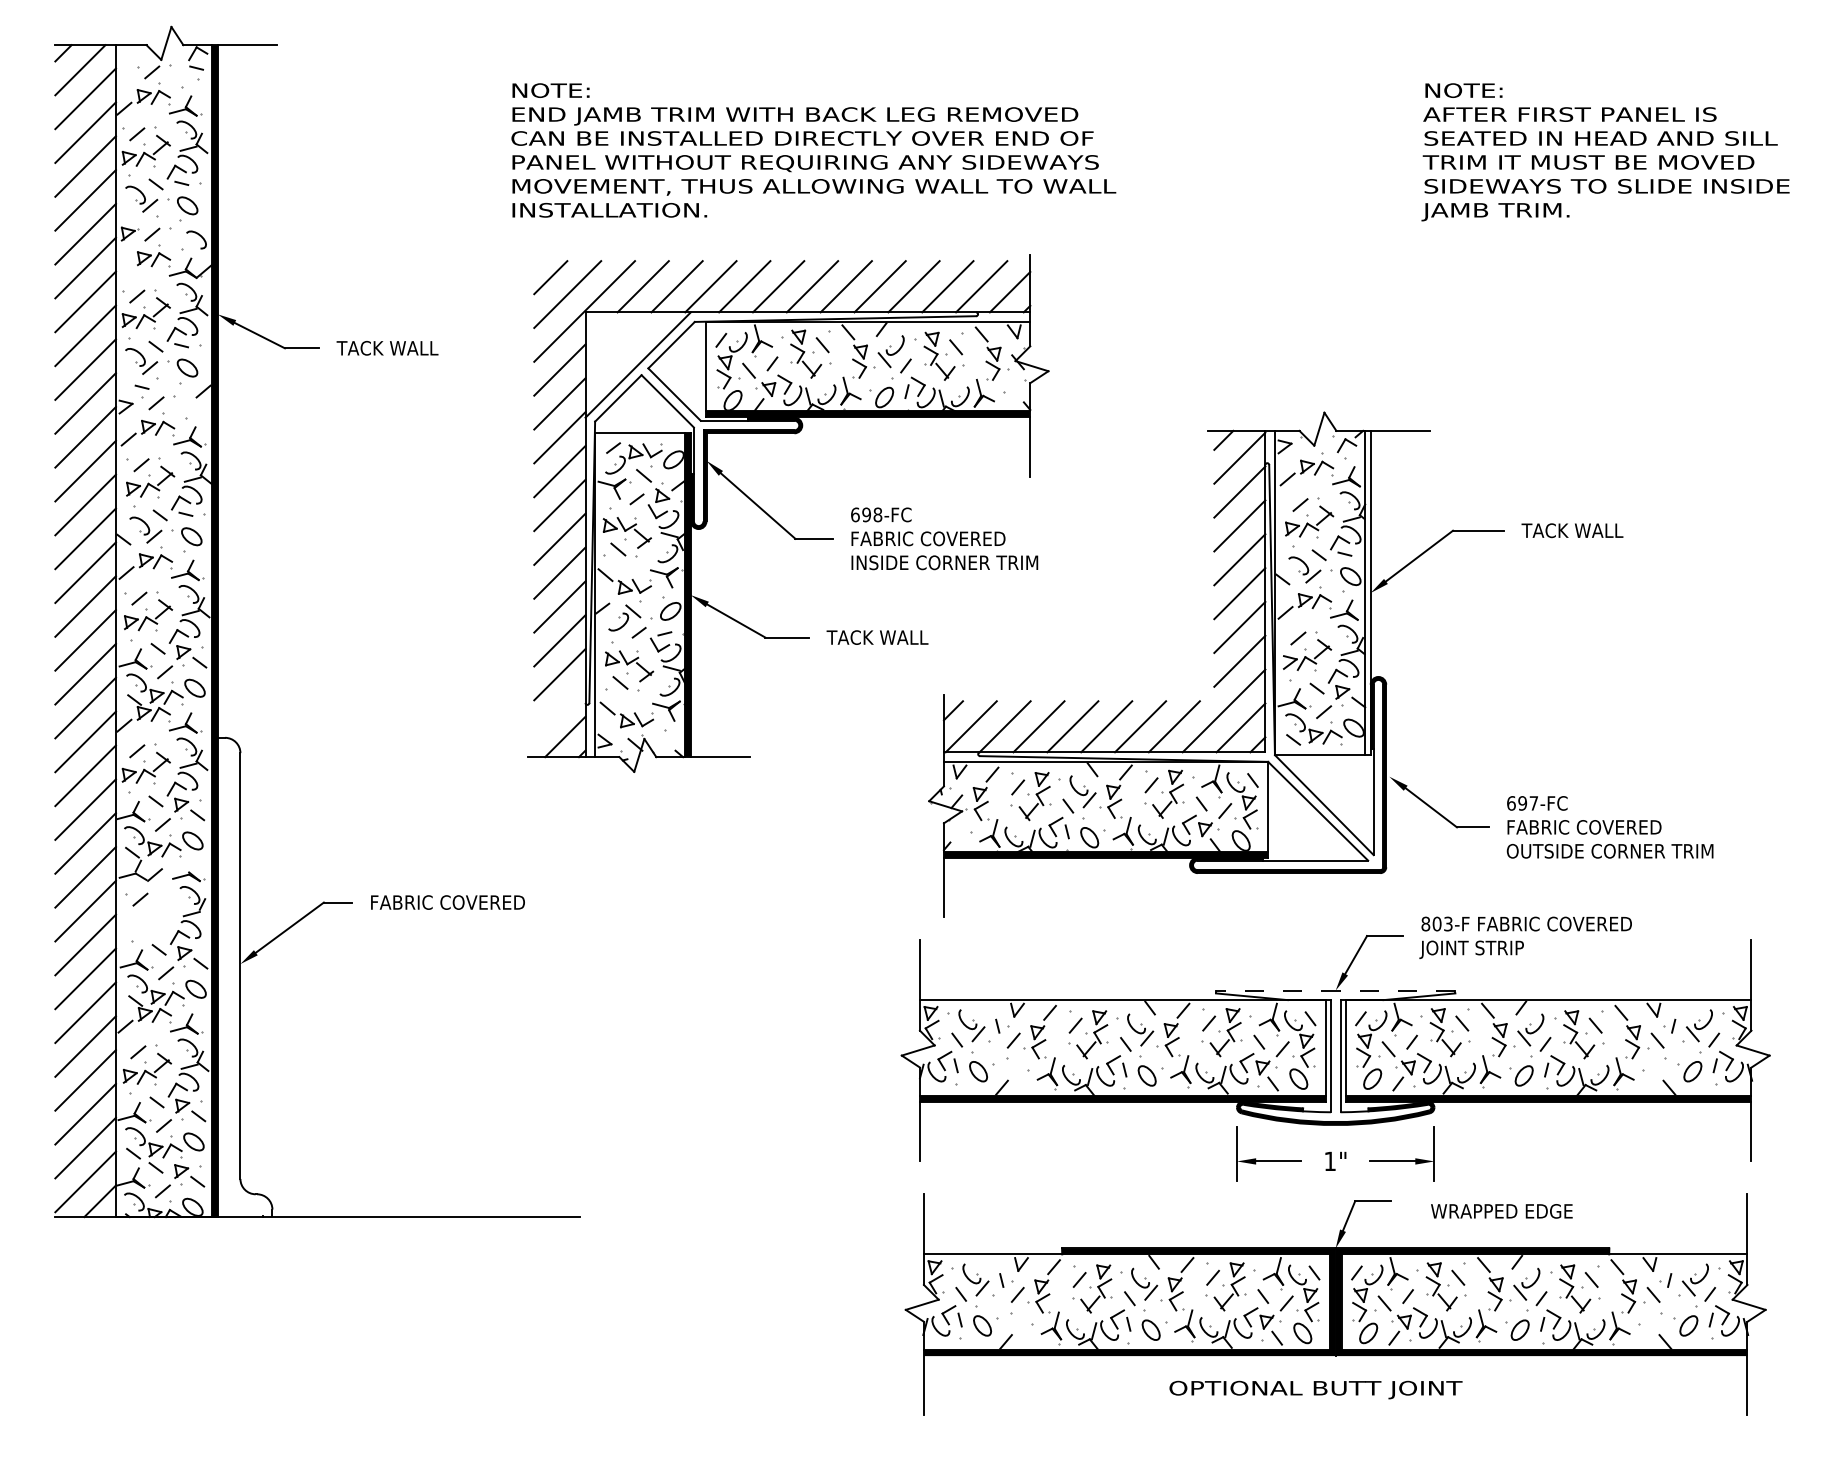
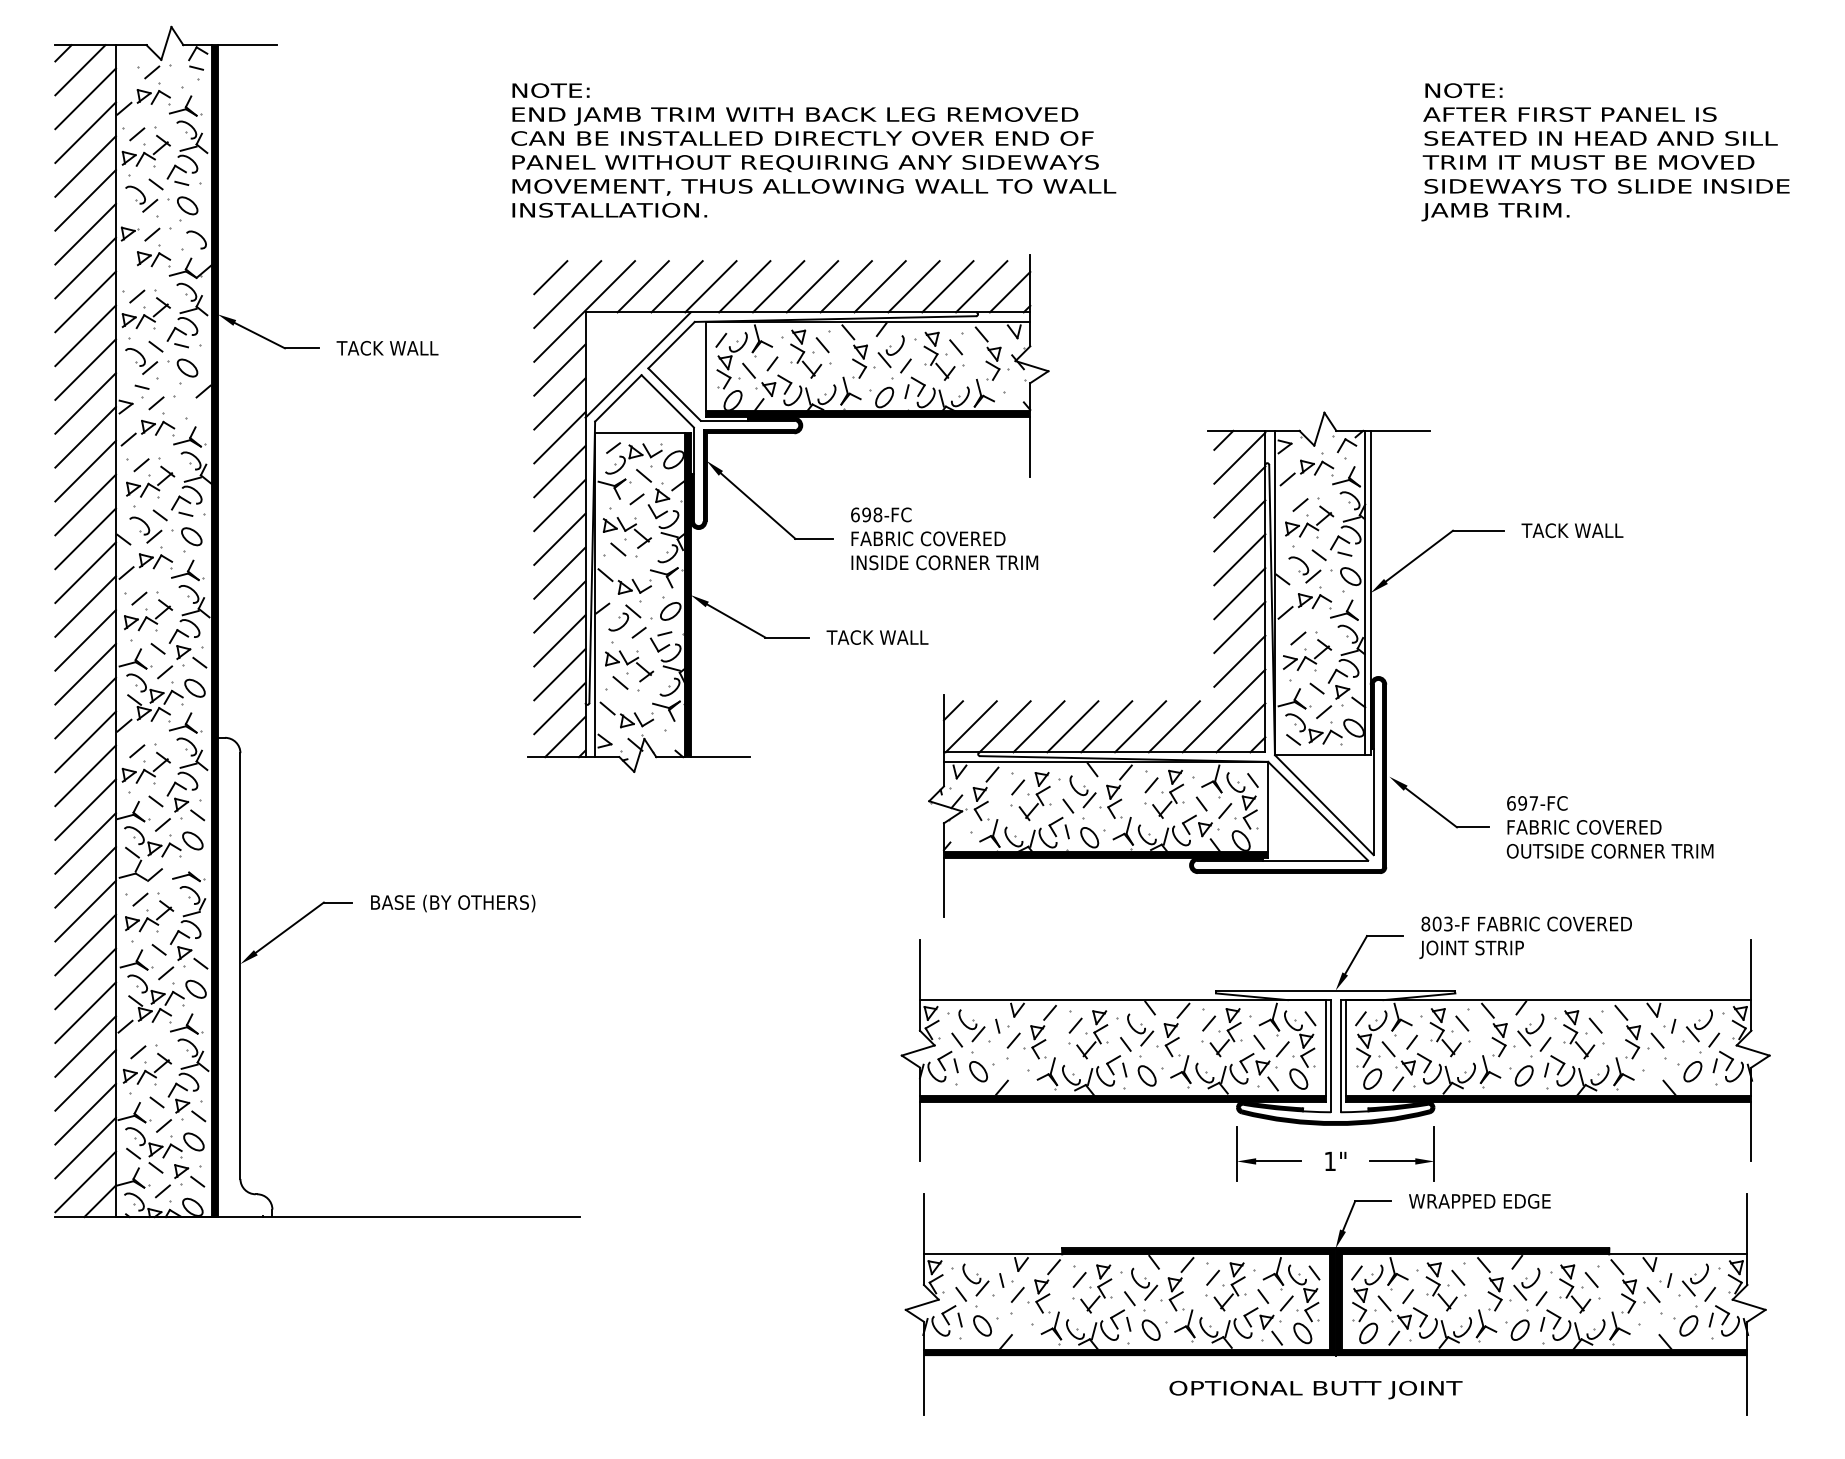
line at (559, 708): none -> present
text at (453, 903): FABRIC COVERED -> BASE (BY OTHERS)
part at (149, 912): none -> present
line at (1335, 990): dashed -> solid
text at (1501, 1211) position: (1501, 1211) -> (1479, 1201)
